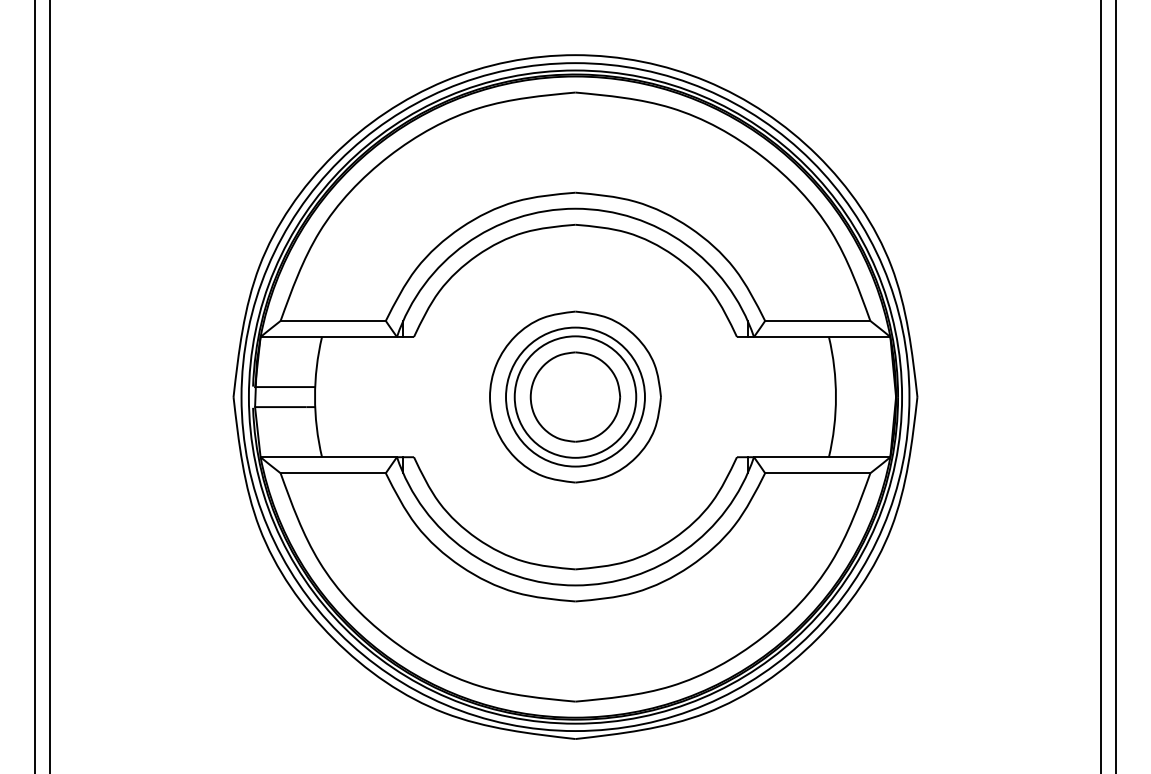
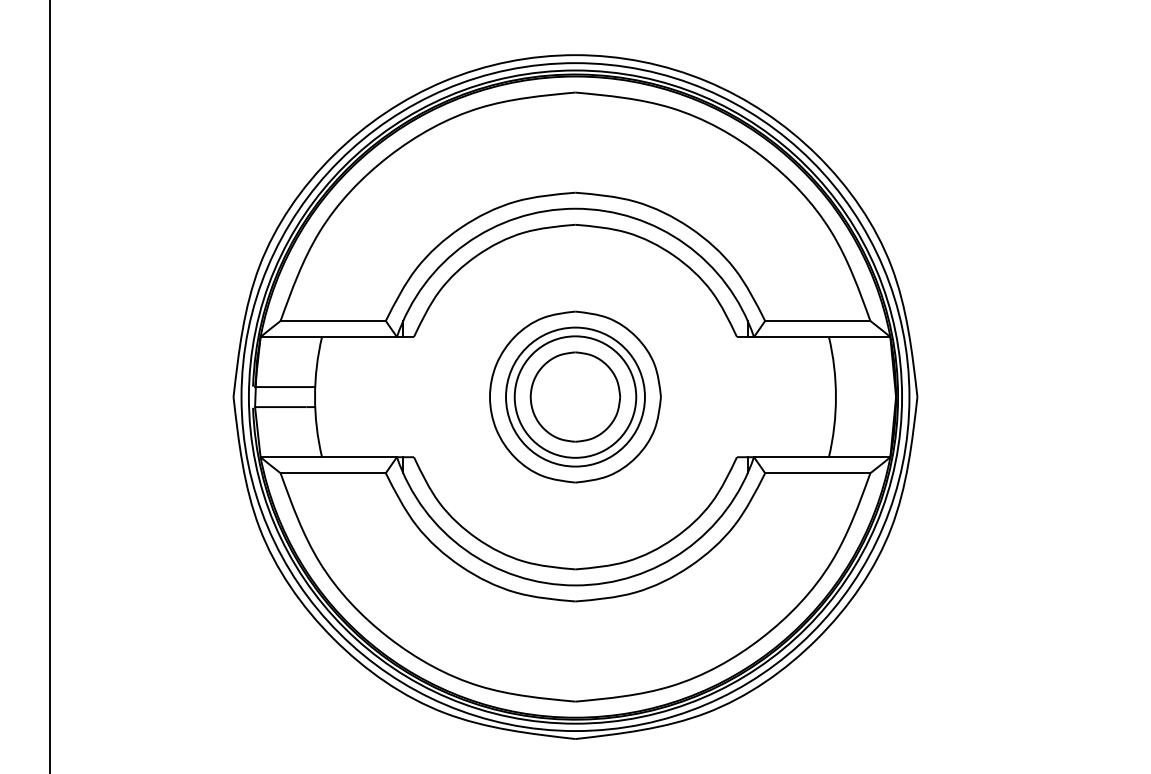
line at (34, 386): present -> none
line at (1100, 386): present -> none
line at (1116, 386): present -> none
